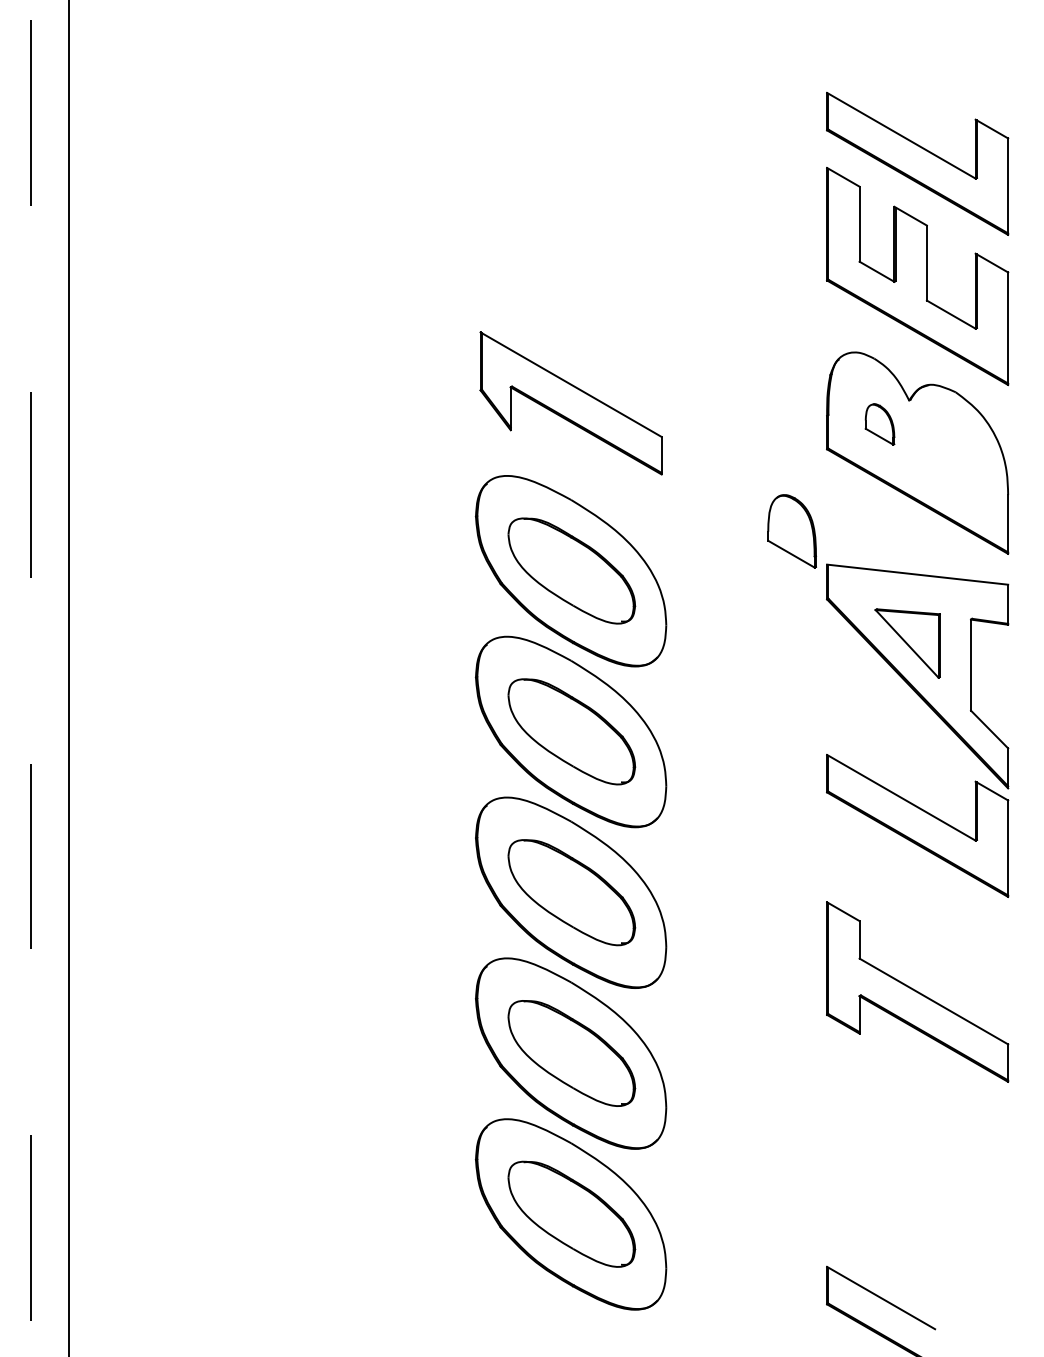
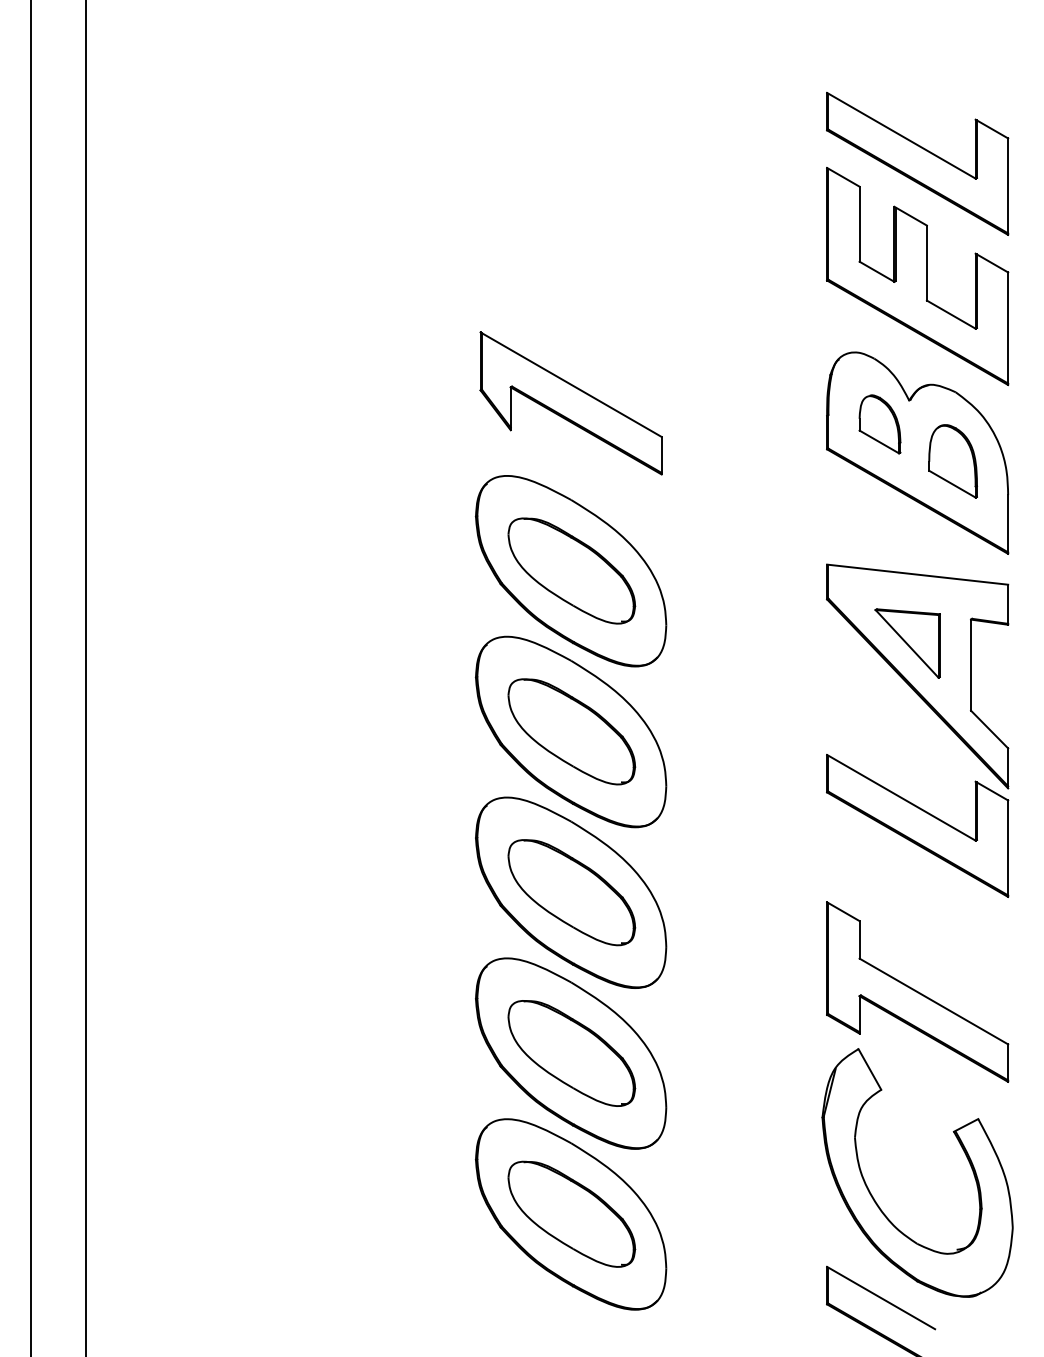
part at (879, 424) size: 32x43 px -> 44x61 px
part at (791, 531) position: (791, 531) -> (952, 461)
line at (69, 677) position: (69, 677) -> (86, 677)
line at (31, 678): dashed -> solid
part at (873, 1196): none -> present
